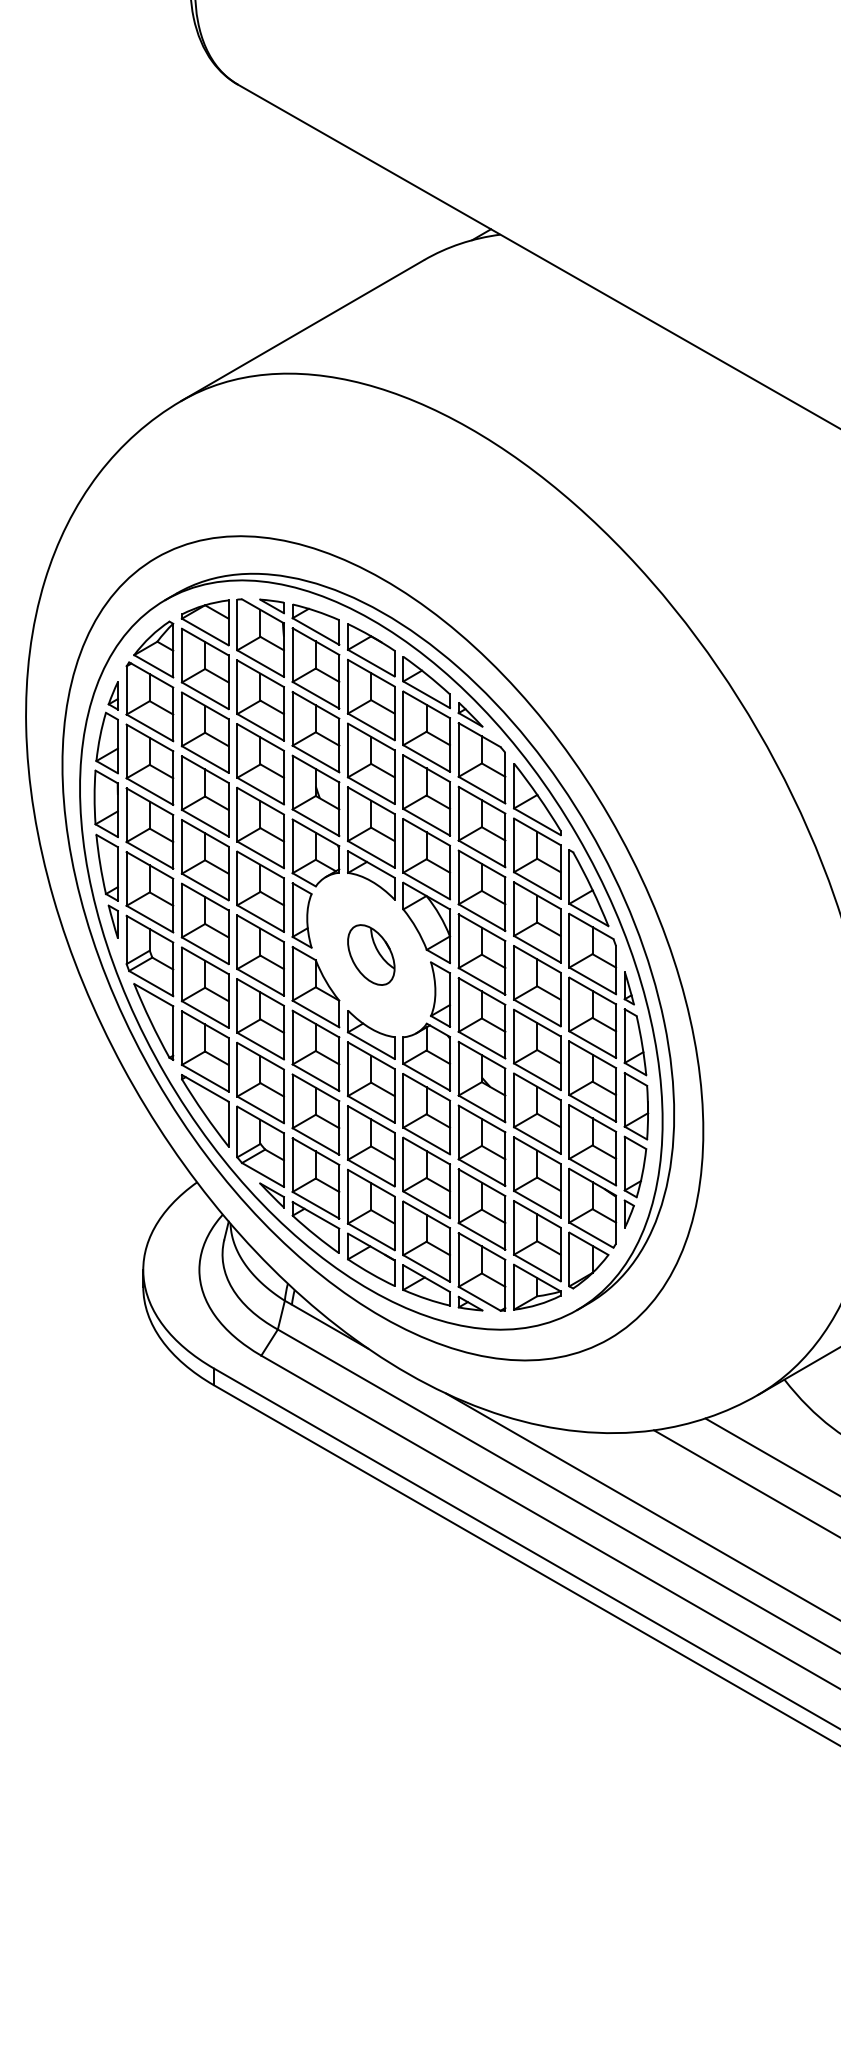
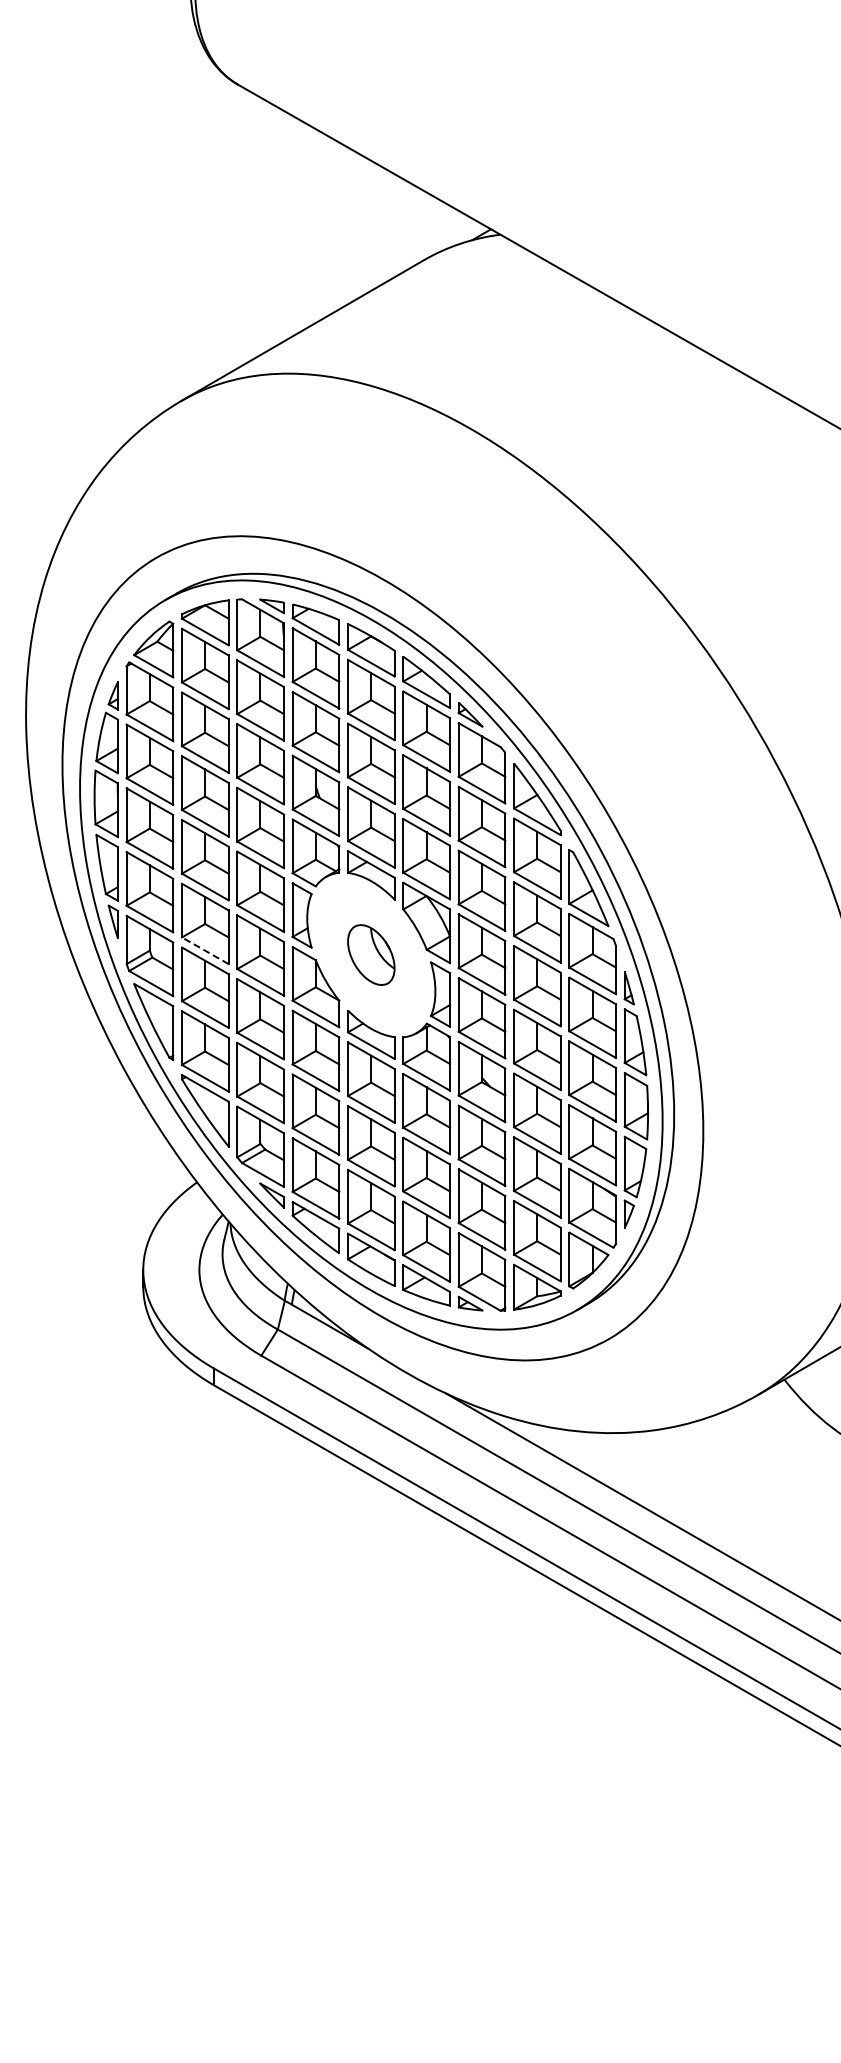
line at (205, 950): solid -> dashed
line at (771, 1456): present -> none
line at (745, 1483): present -> none
